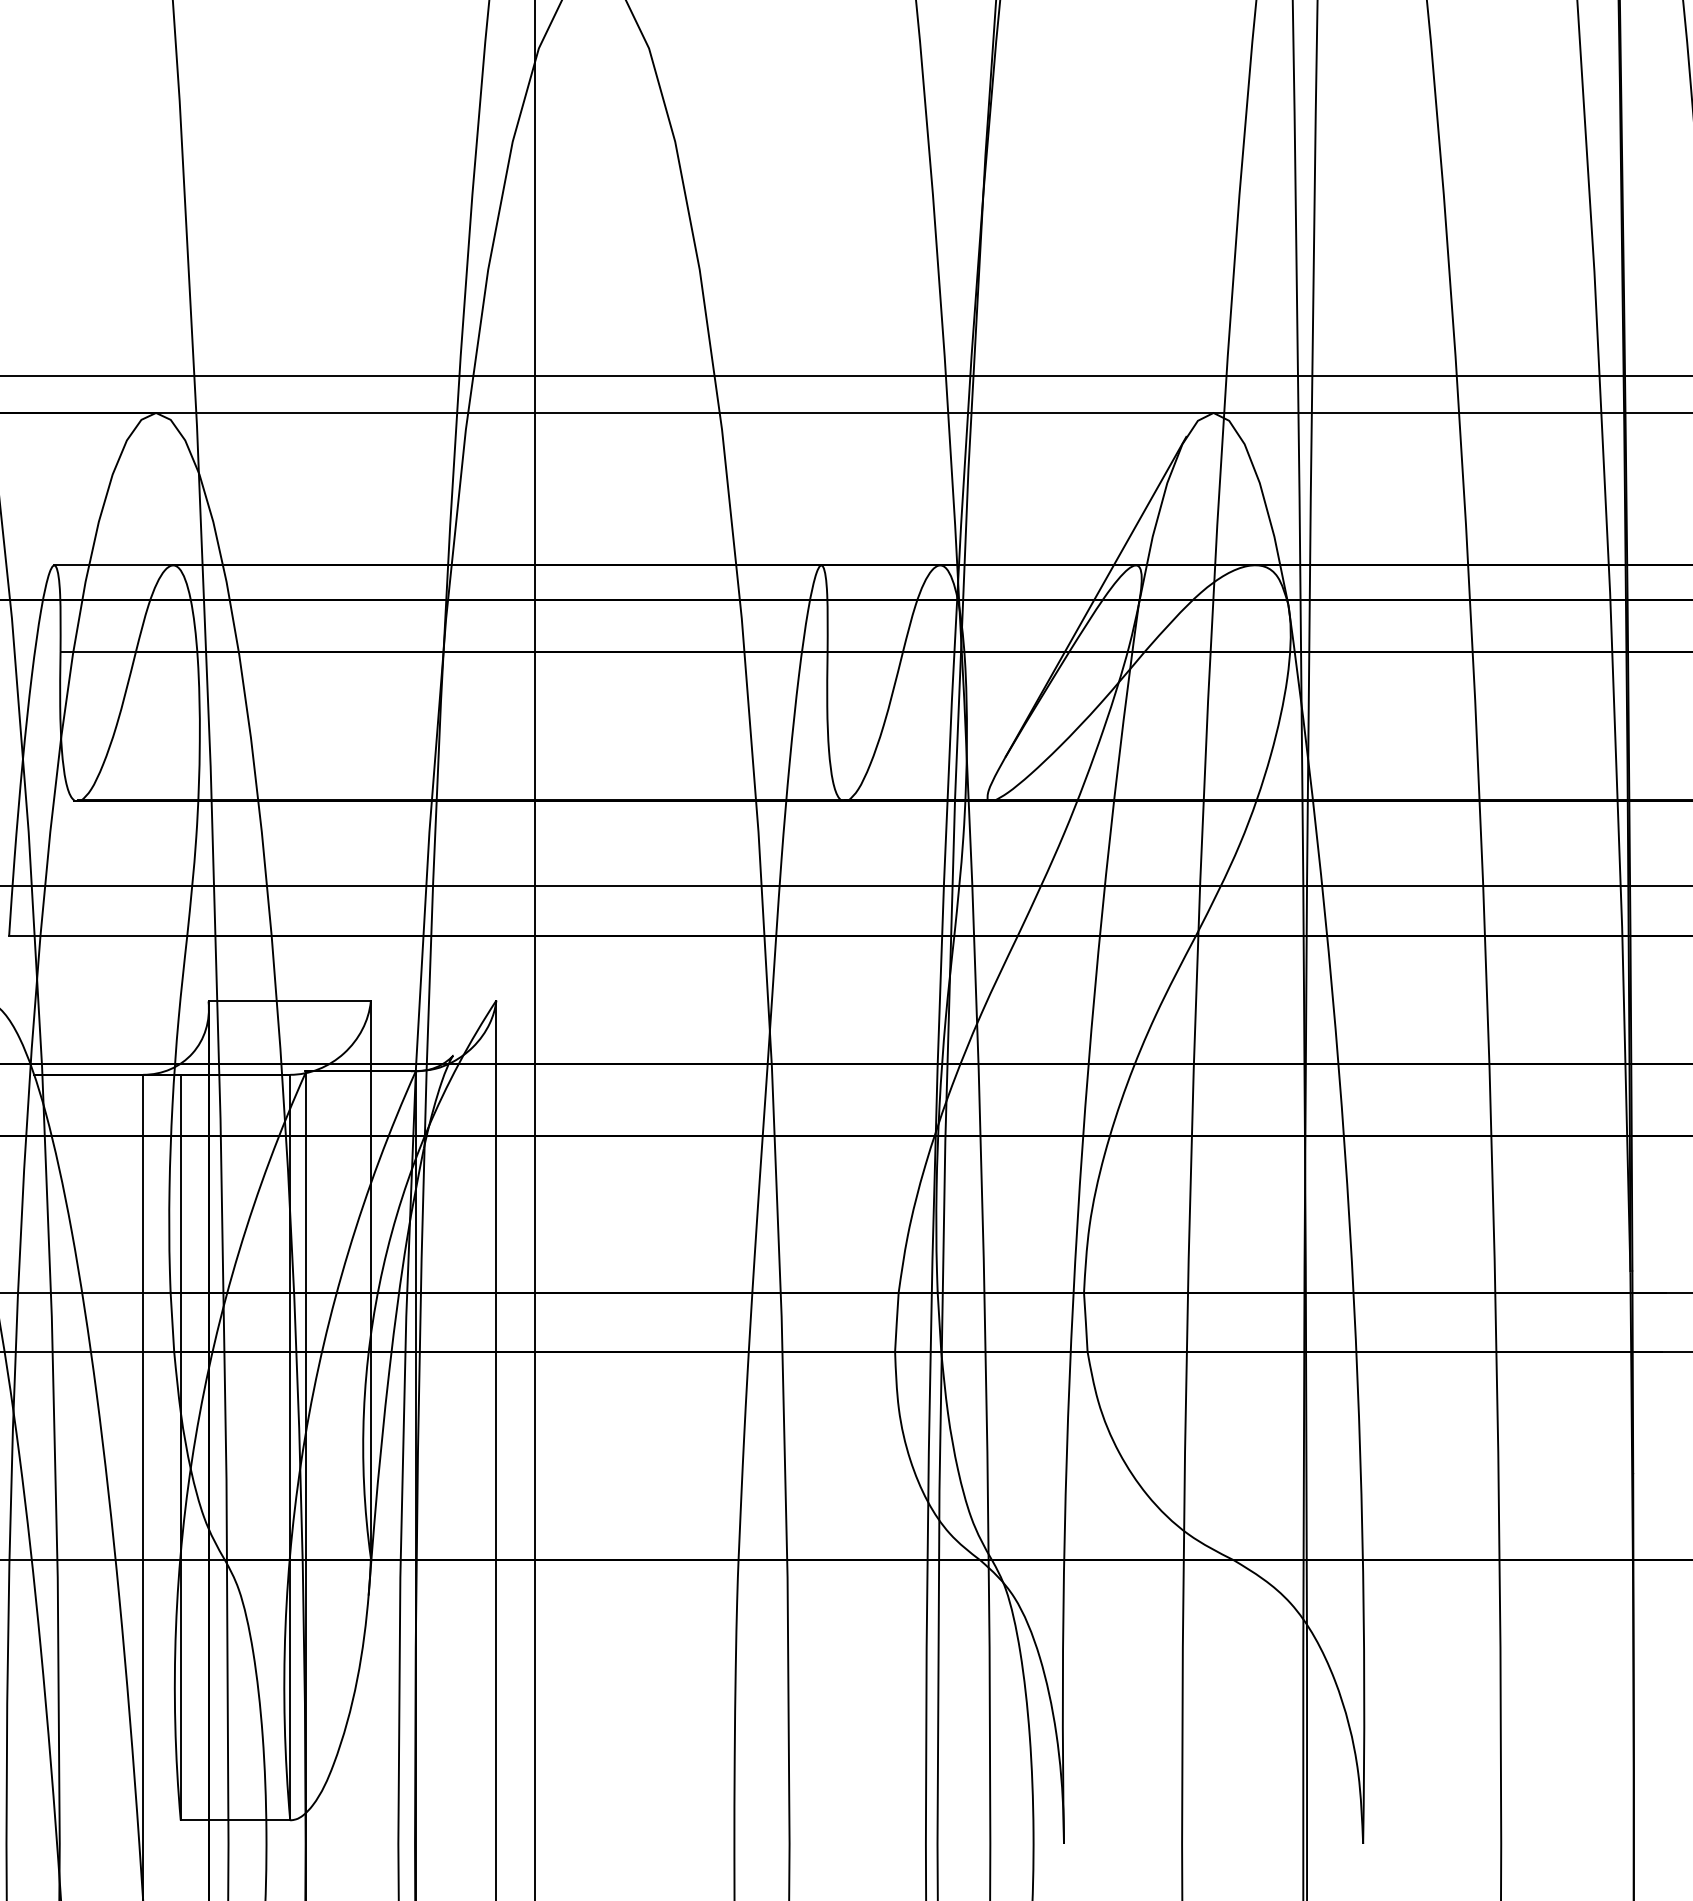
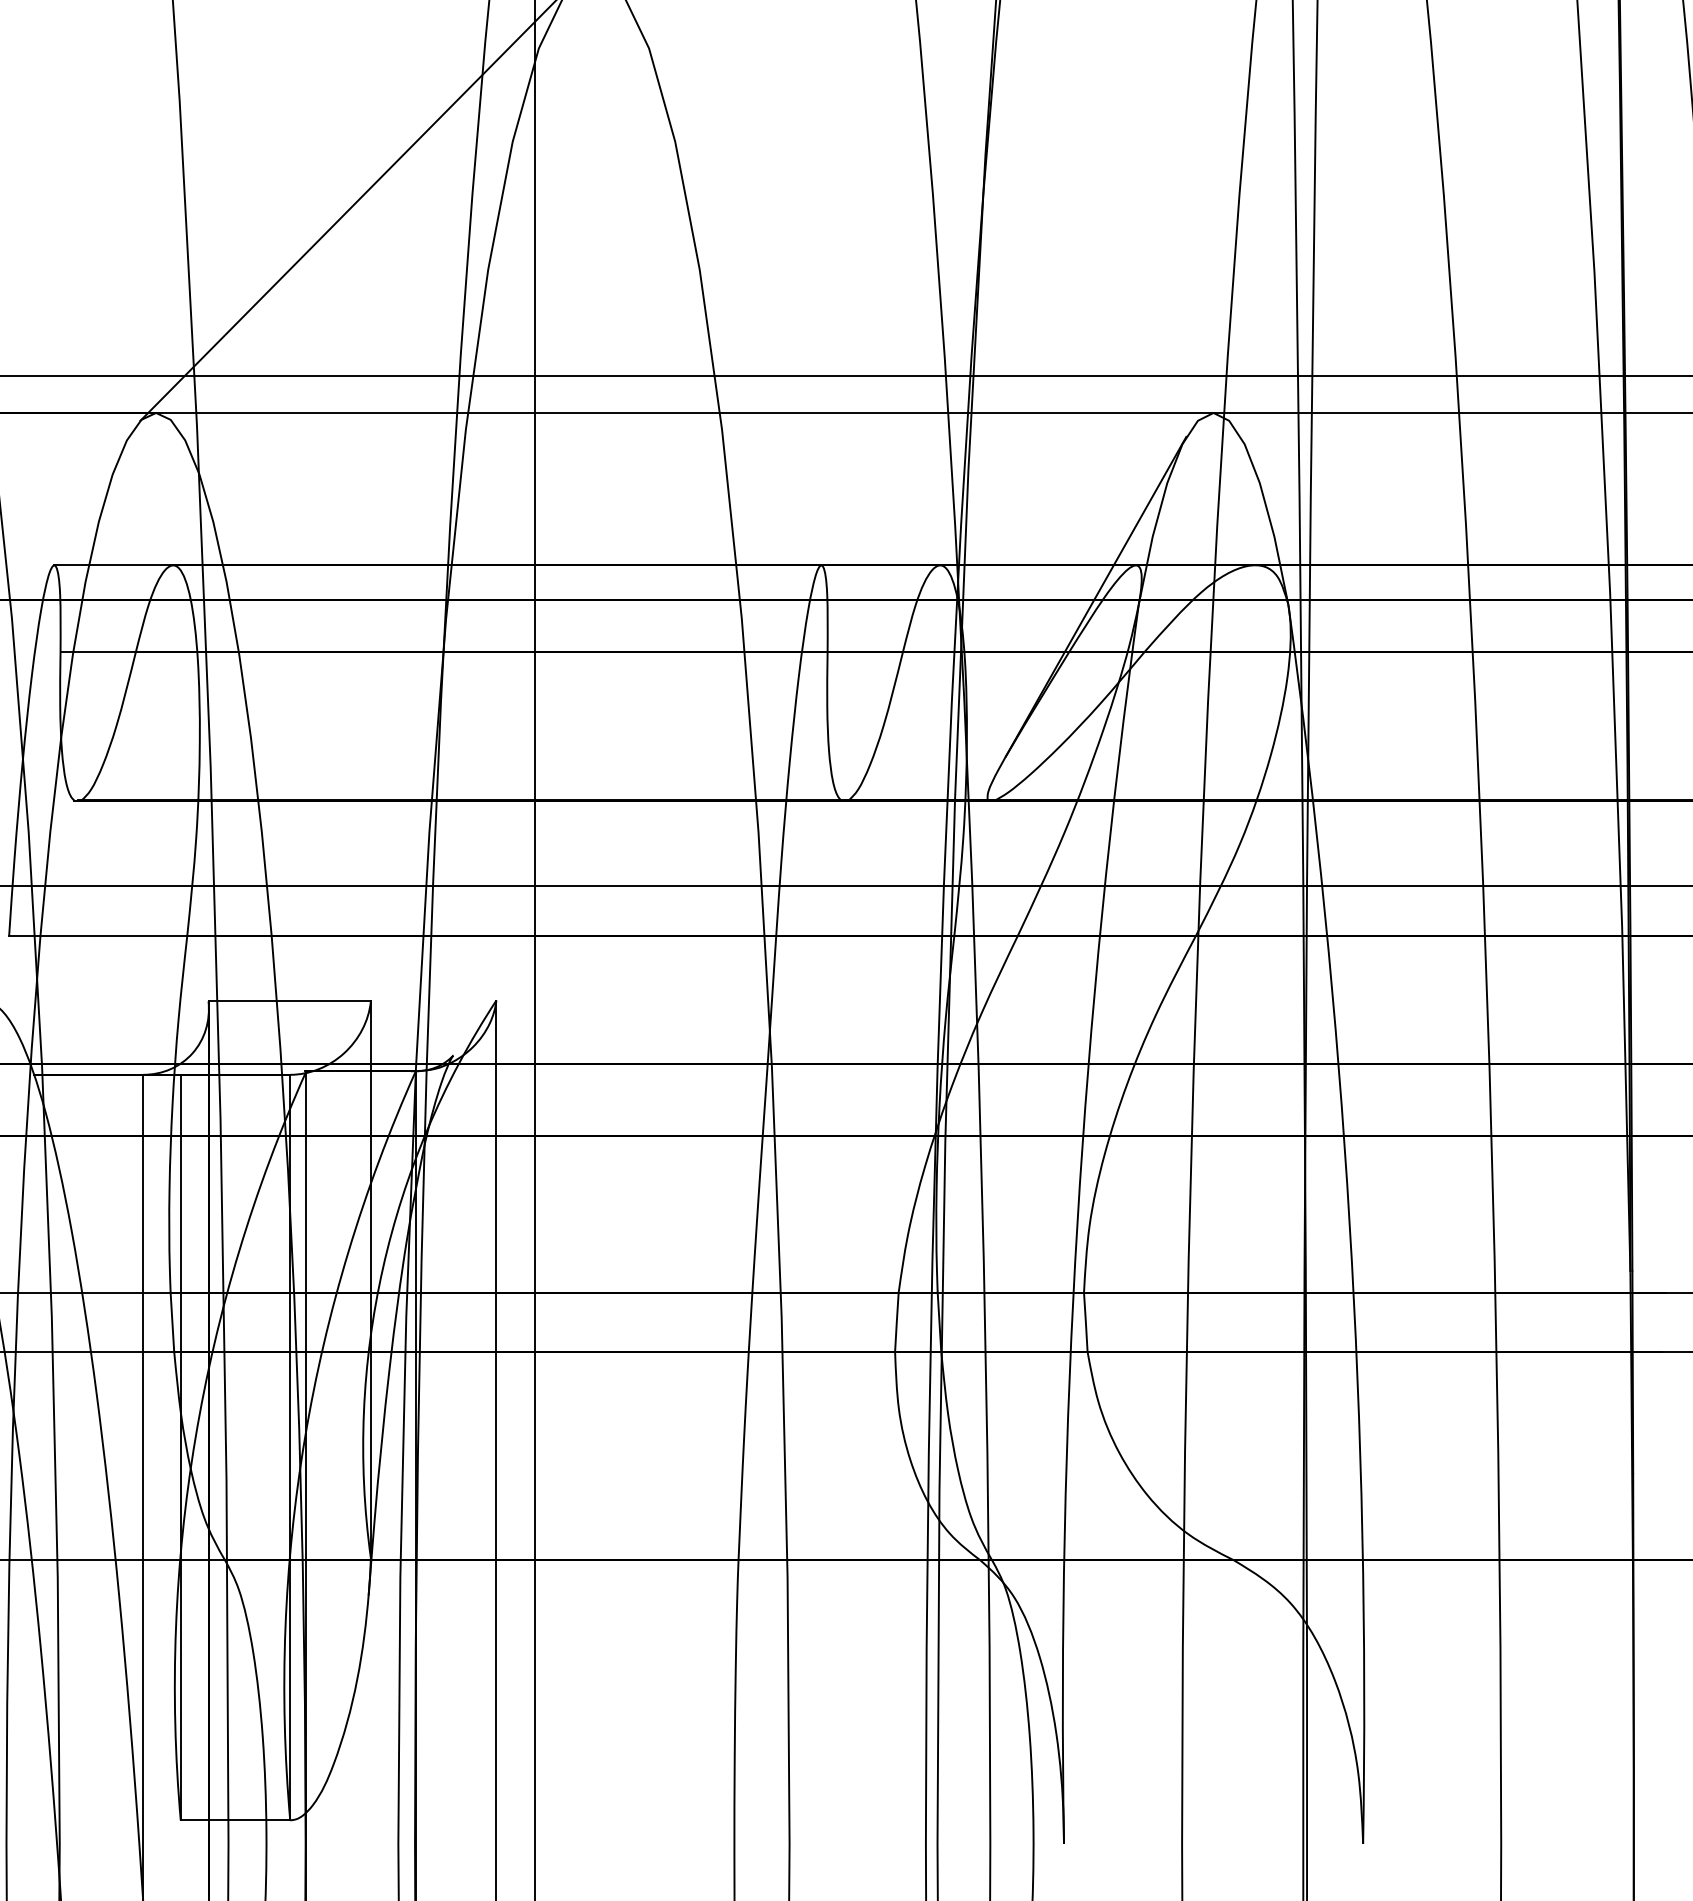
line at (347, 211): none -> present
